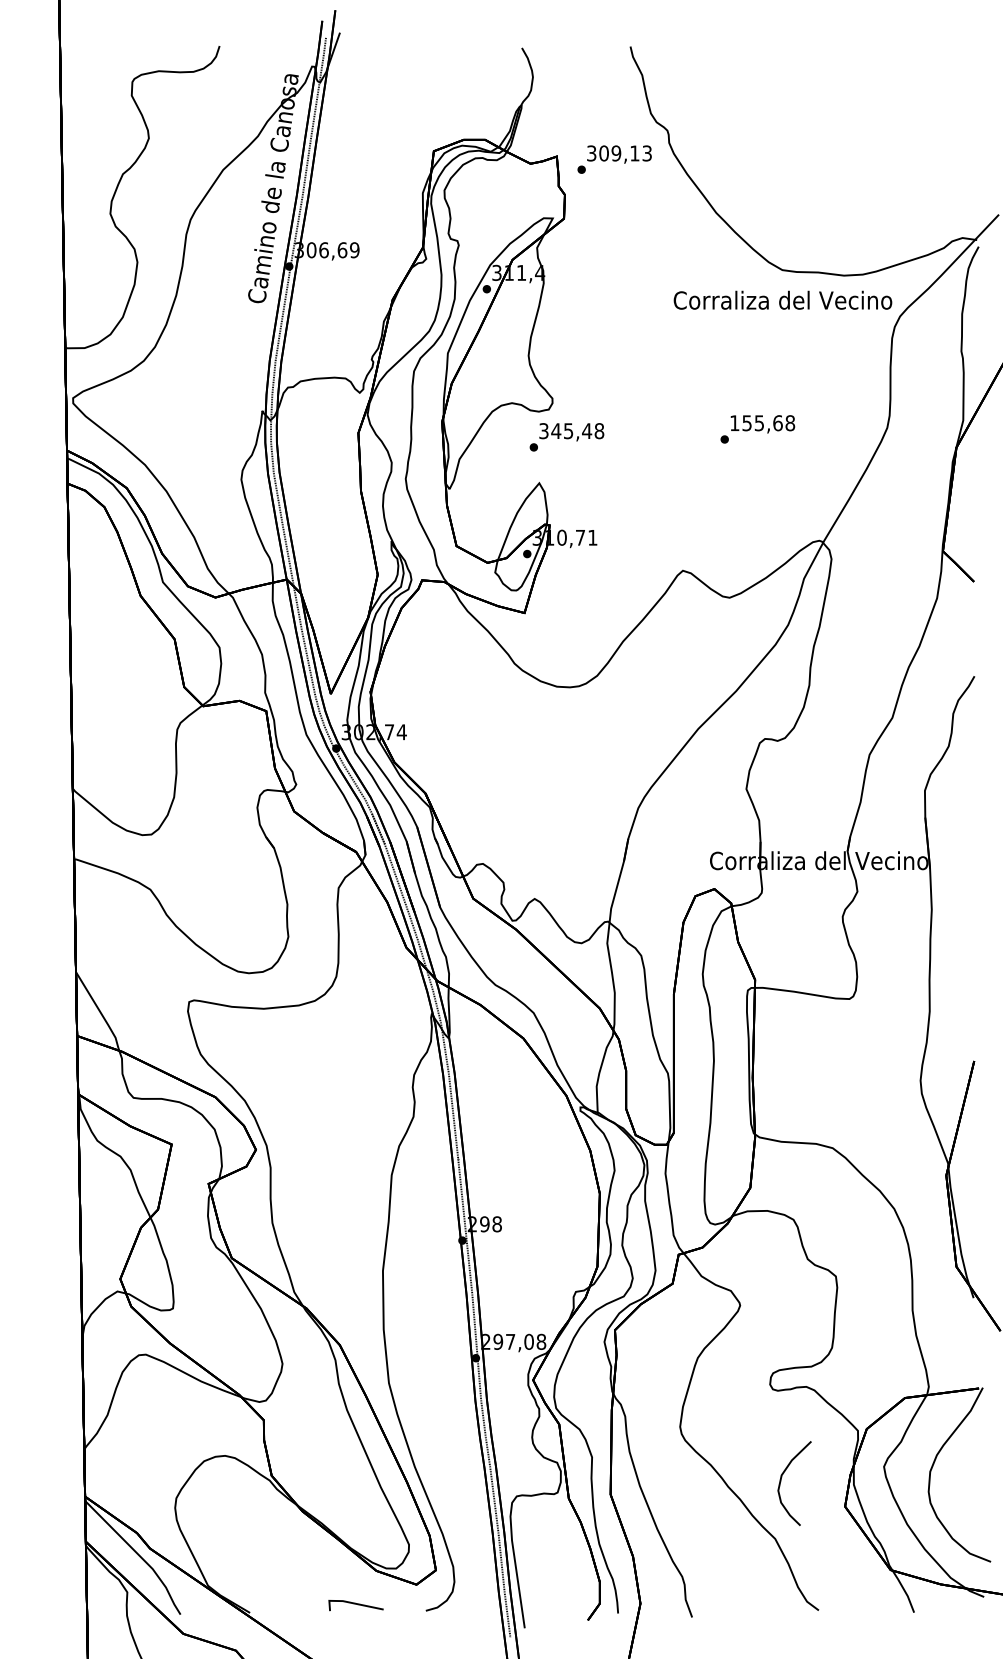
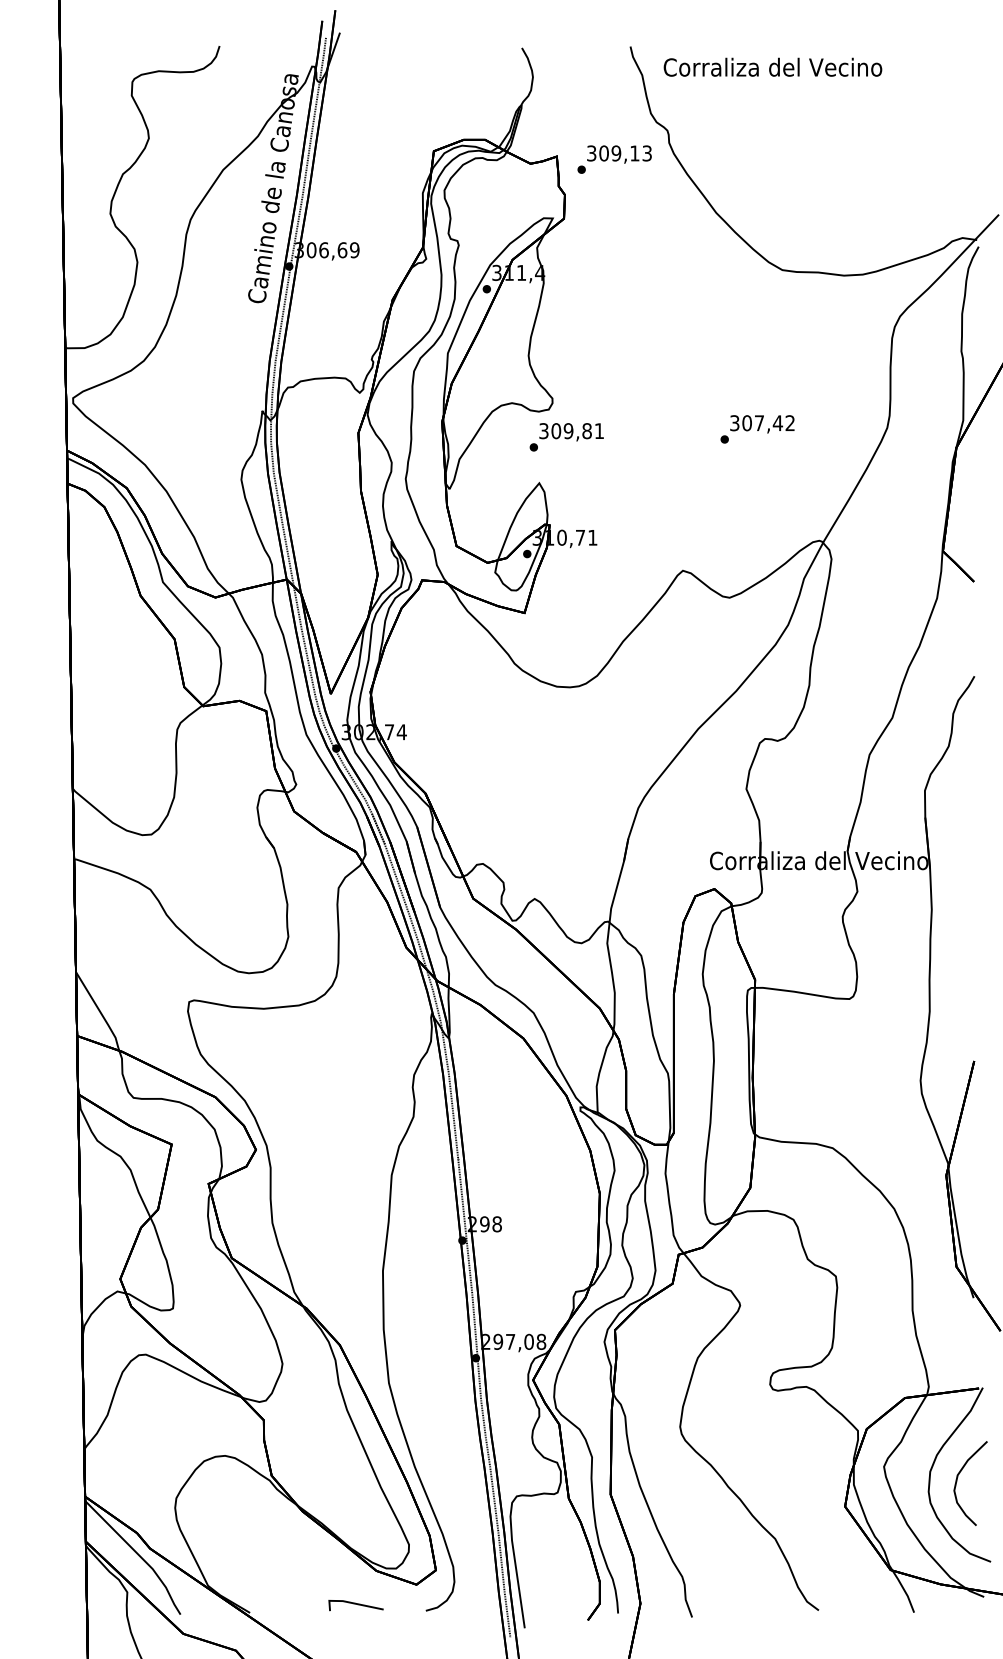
text at (782, 299) position: (782, 299) -> (772, 66)
text at (762, 423): 155,68 -> 307,42
text at (577, 431): 345,48 -> 309,81
part at (781, 1481) position: (781, 1481) -> (957, 1481)
